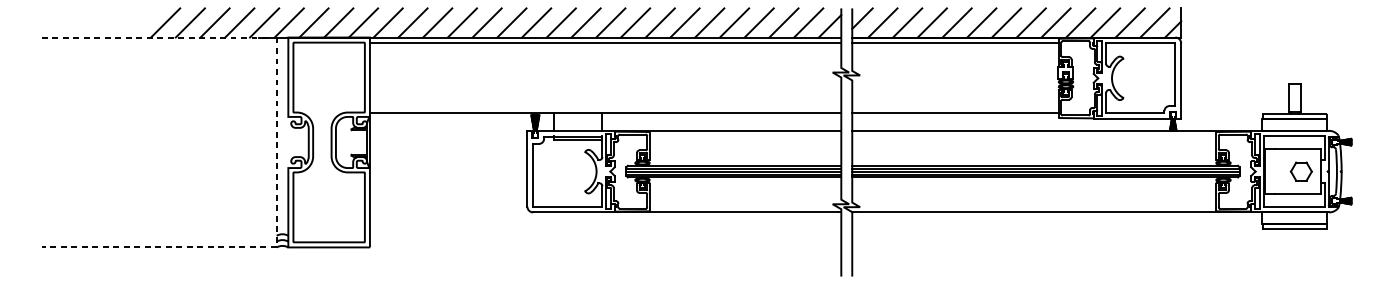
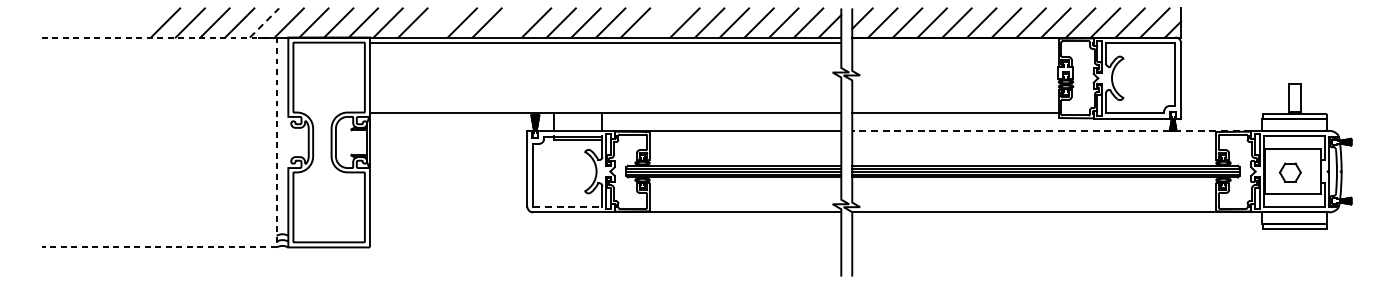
line at (264, 22): solid -> dashed
line at (437, 22): present -> none
line at (511, 22): present -> none
line at (659, 22): present -> none
line at (955, 43): present -> none
line at (1051, 130): solid -> dashed
part at (1300, 171) position: (1300, 171) -> (1289, 172)
line at (567, 206): solid -> dashed
